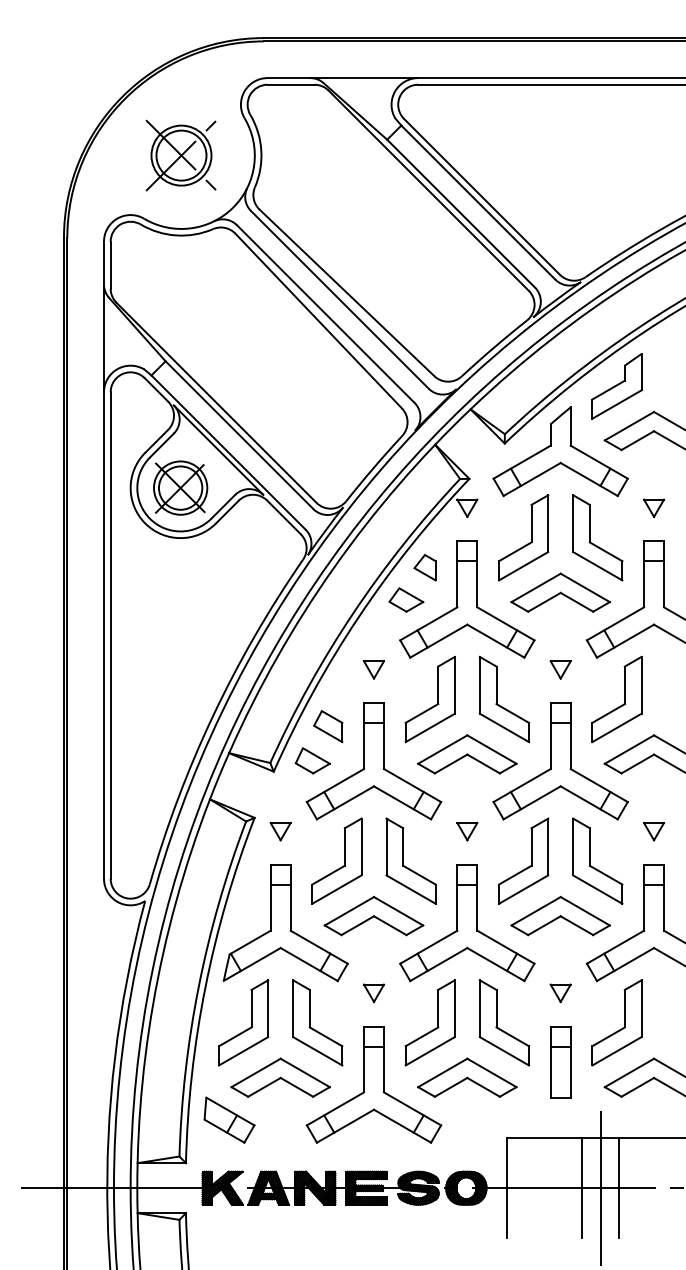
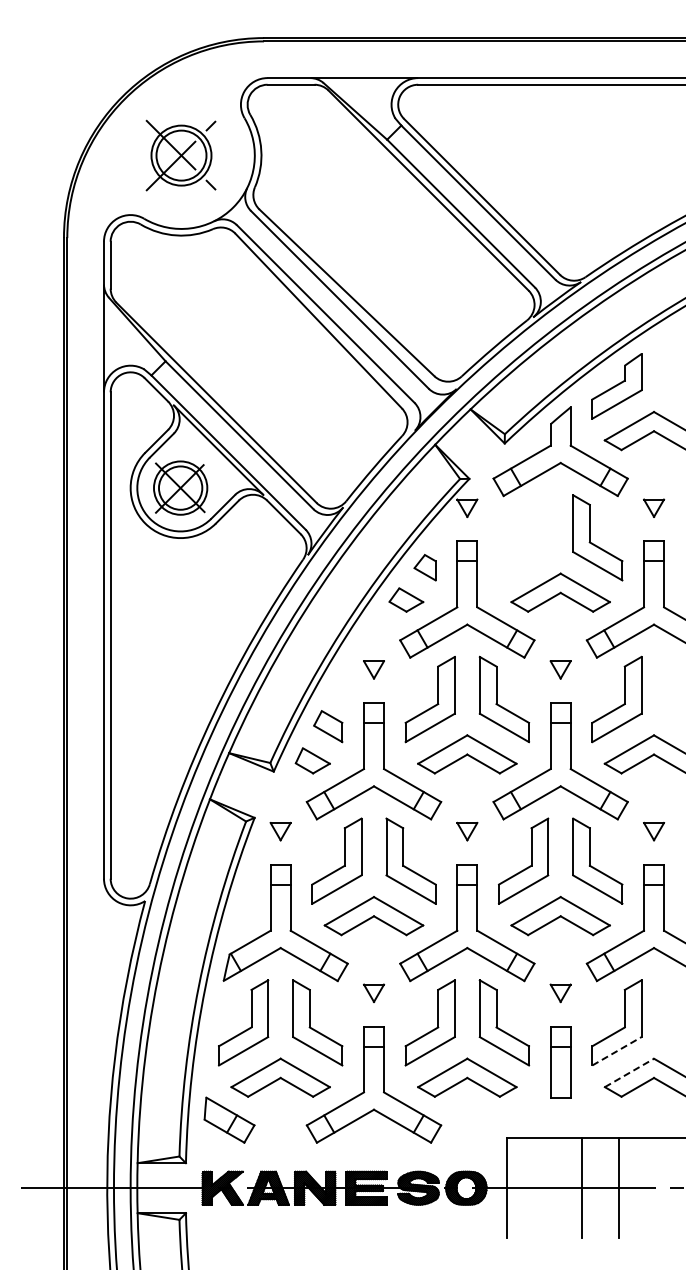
part at (527, 543): present -> none
line at (617, 1051): solid -> dashed
line at (629, 1072): solid -> dashed
line at (600, 1187): present -> none
